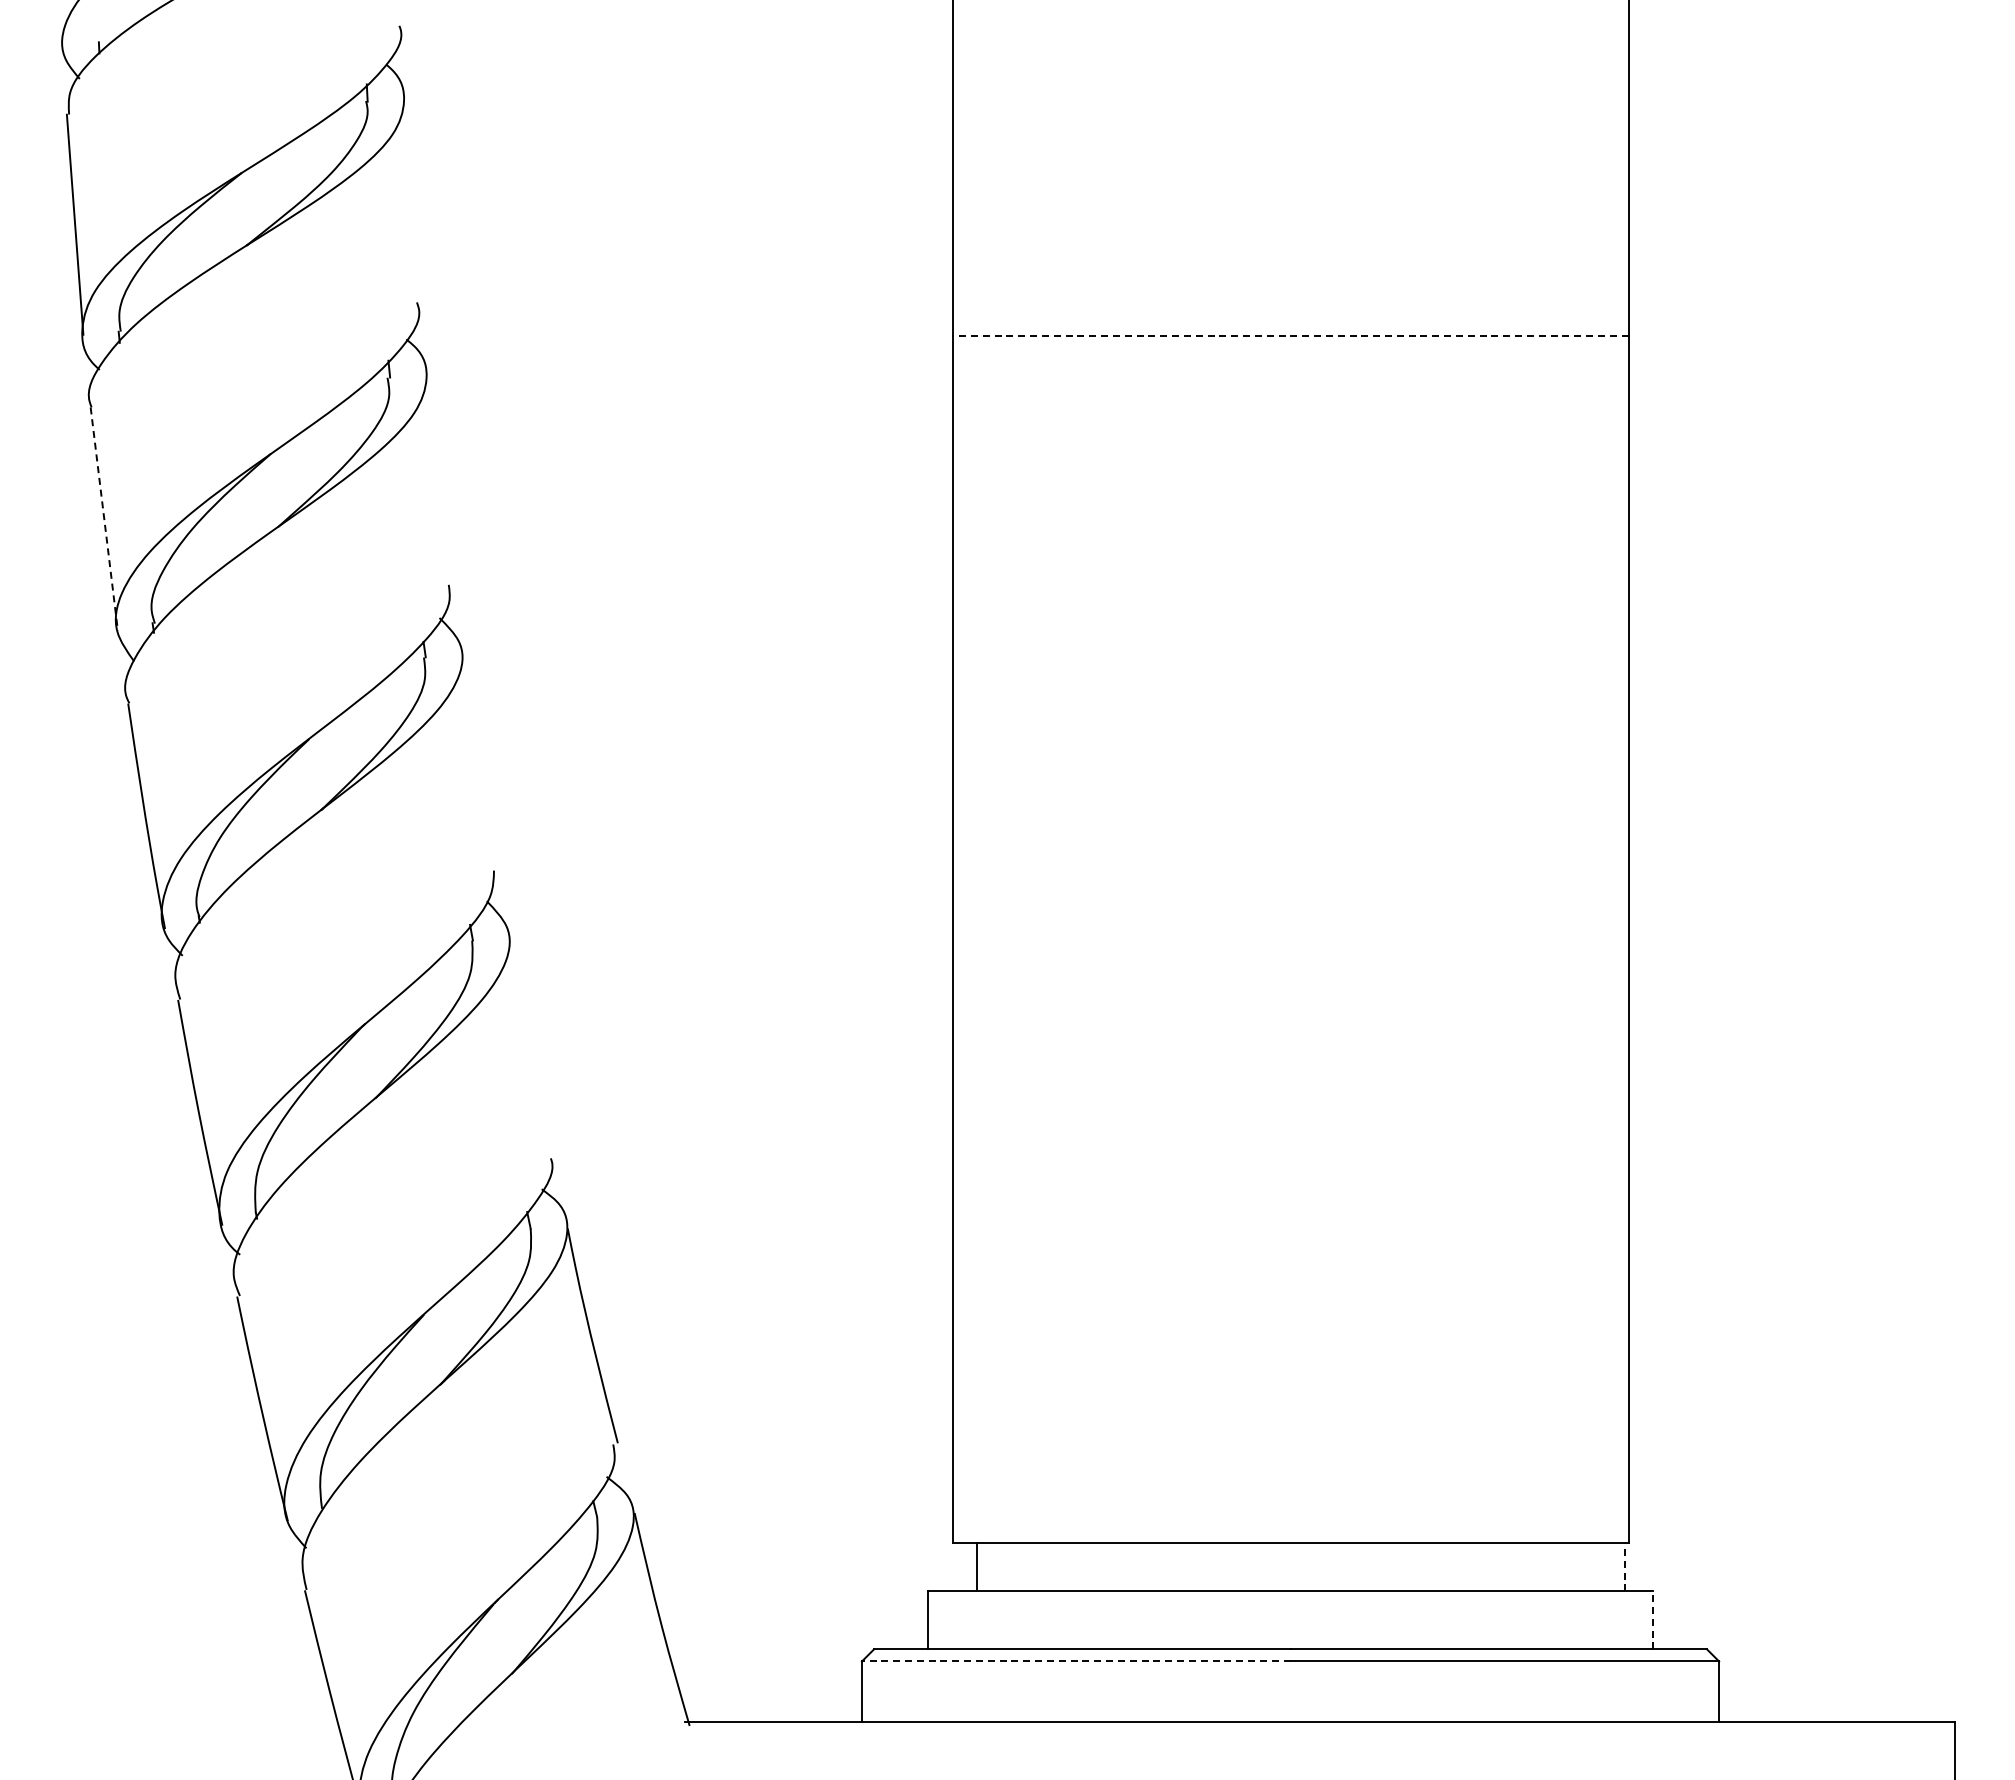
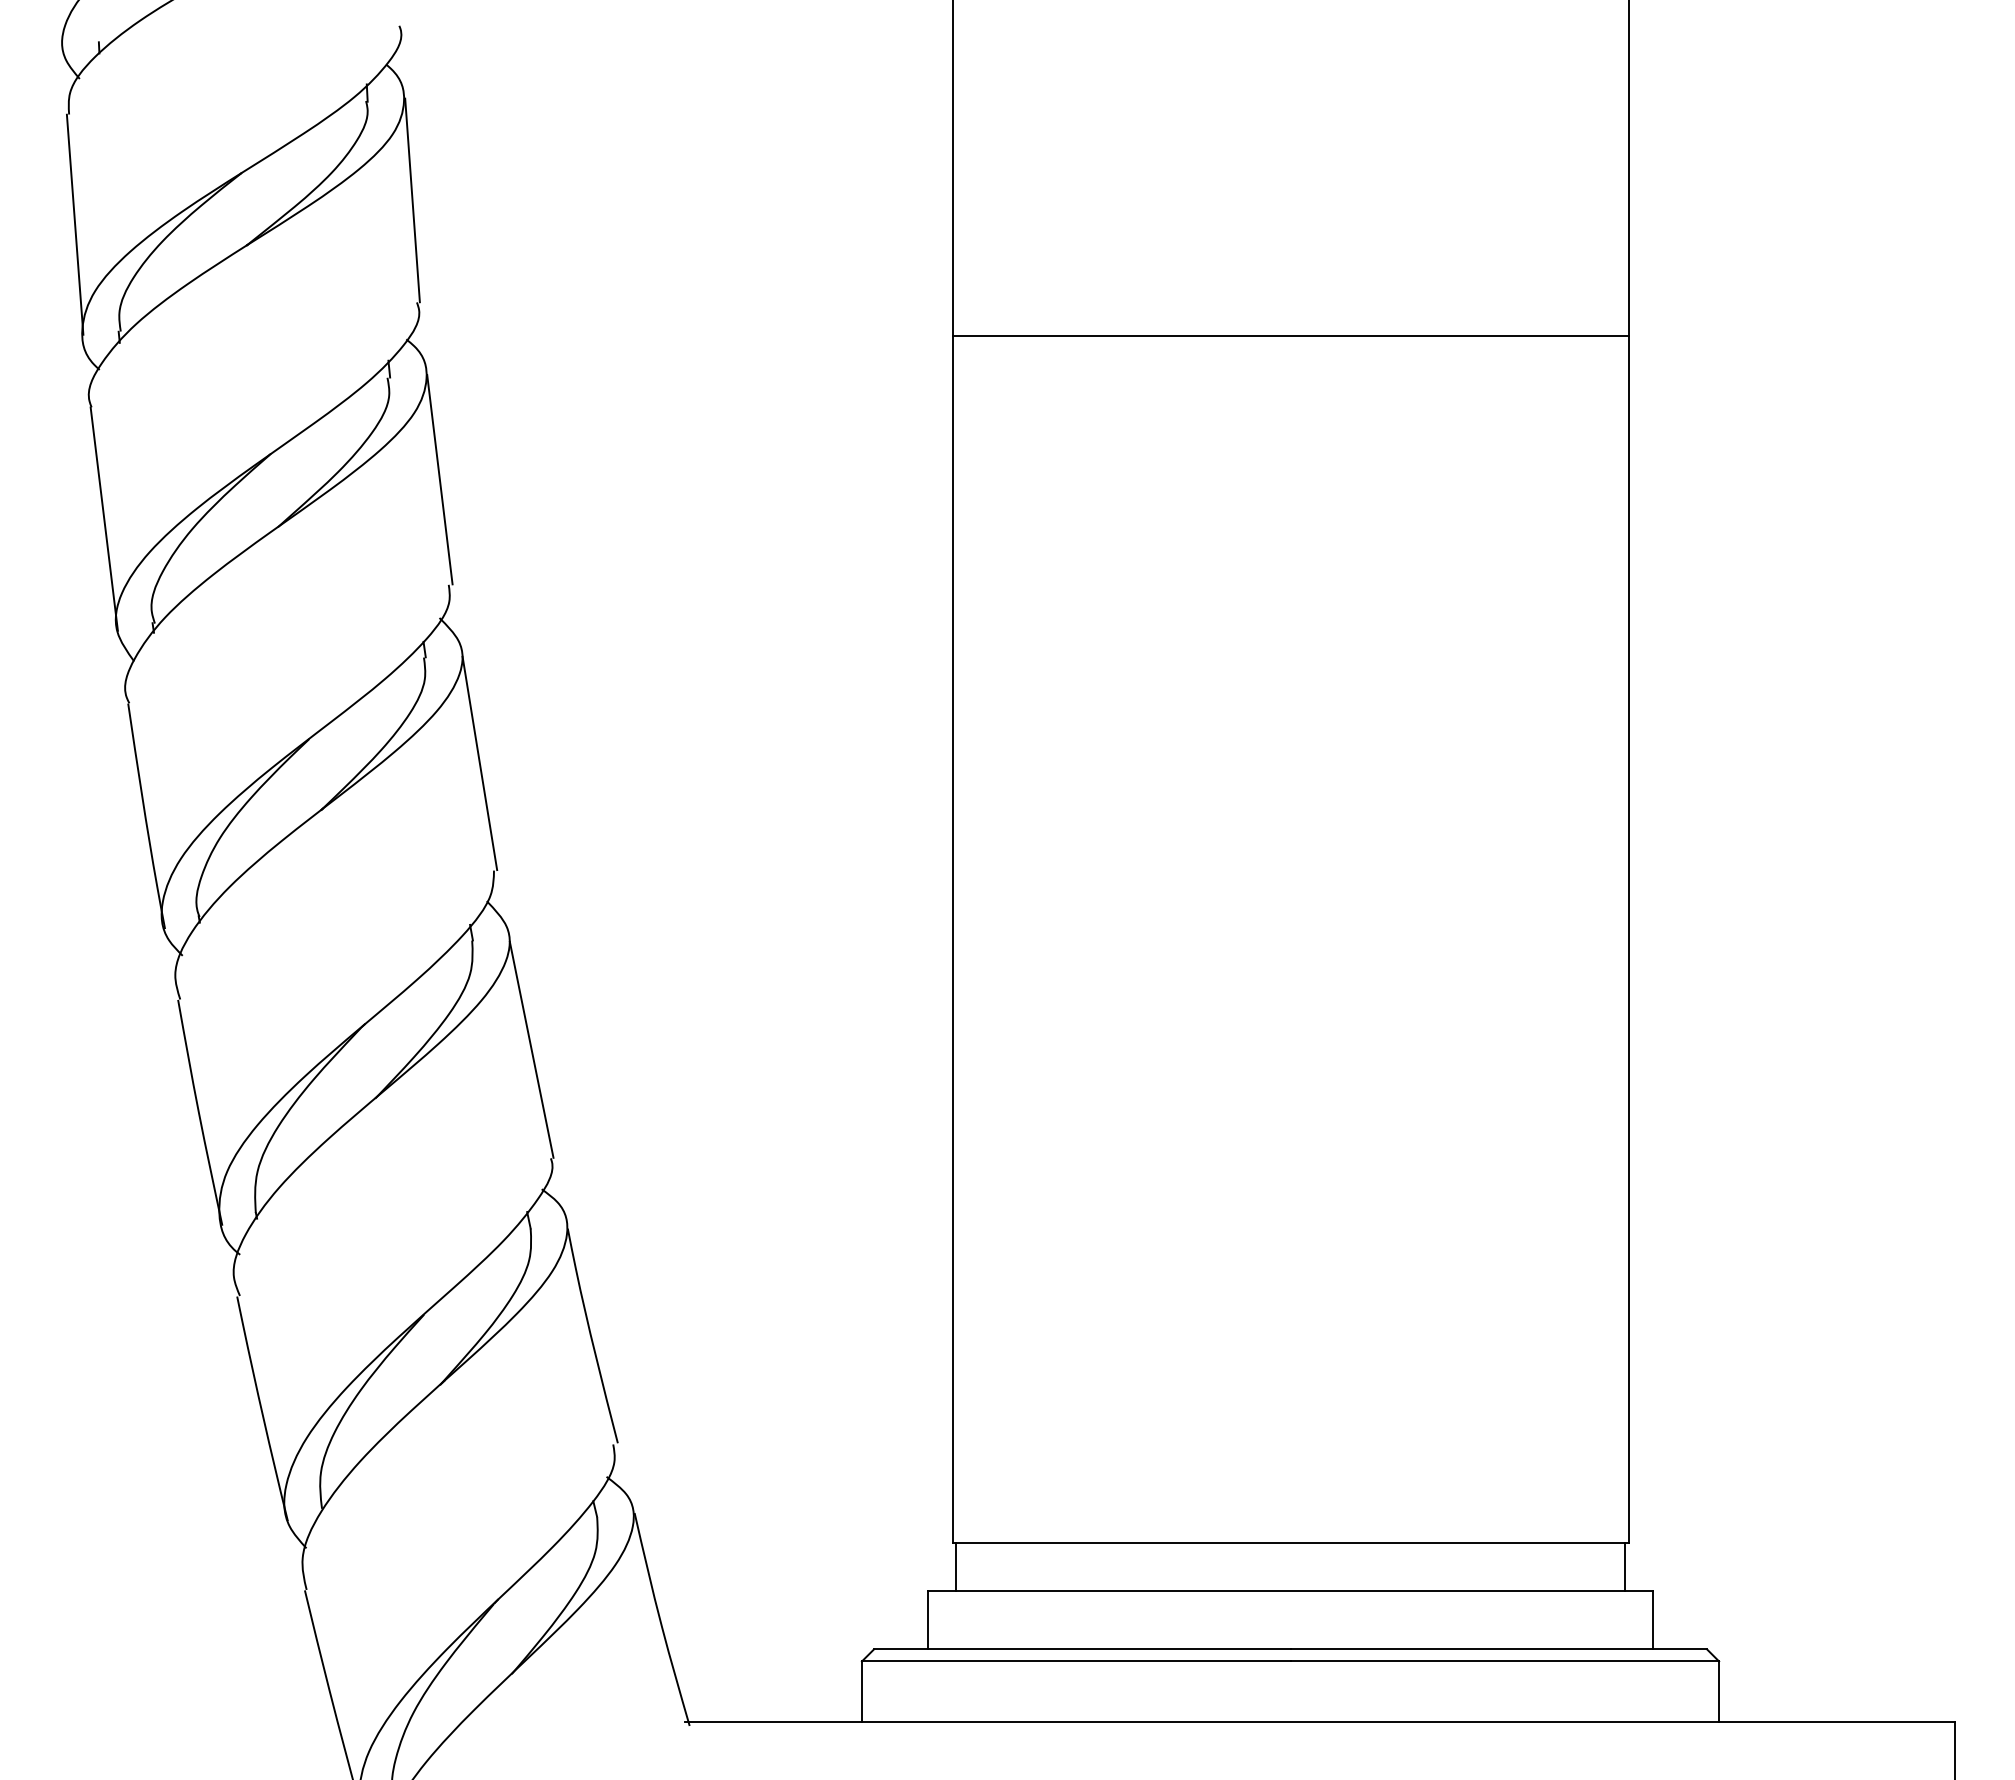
line at (412, 200): none -> present
line at (1290, 335): dashed -> solid
line at (439, 479): none -> present
line at (104, 519): dashed -> solid
line at (479, 763): none -> present
line at (531, 1049): none -> present
line at (1624, 1566): dashed -> solid
line at (977, 1567) position: (977, 1567) -> (956, 1567)
line at (1652, 1620): dashed -> solid
line at (1075, 1661): dashed -> solid
